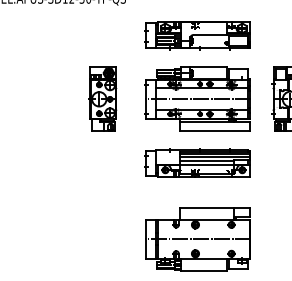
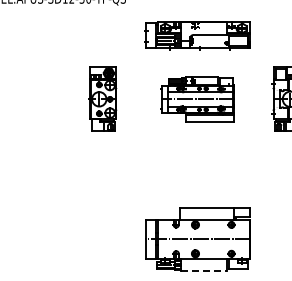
part at (197, 98) size: 107x66 px -> 75x47 px
part at (197, 162): present -> none
line at (203, 271): solid -> dashed
